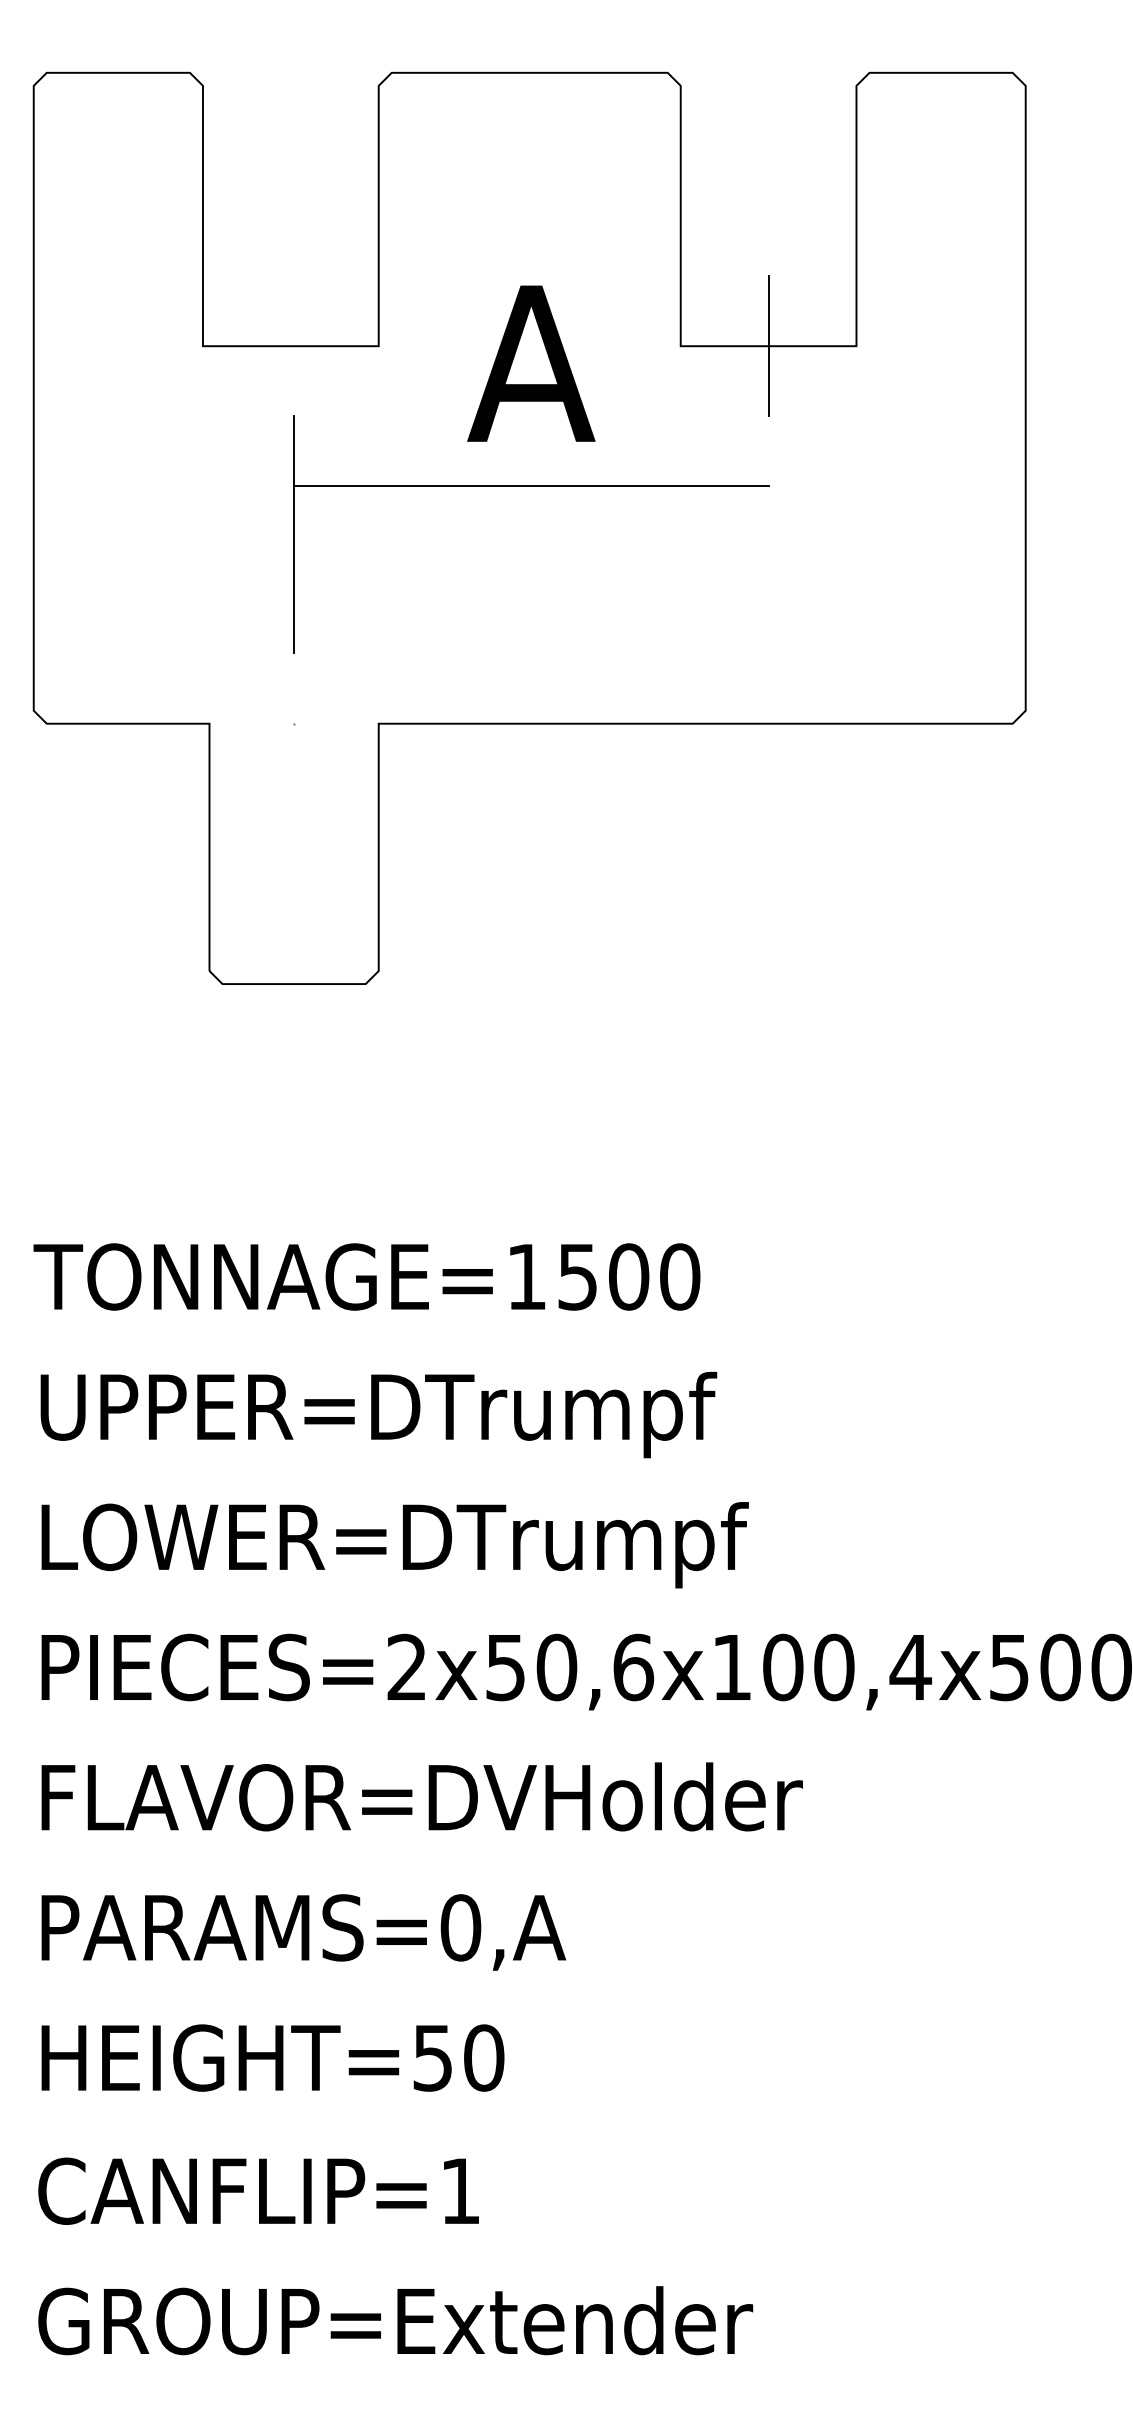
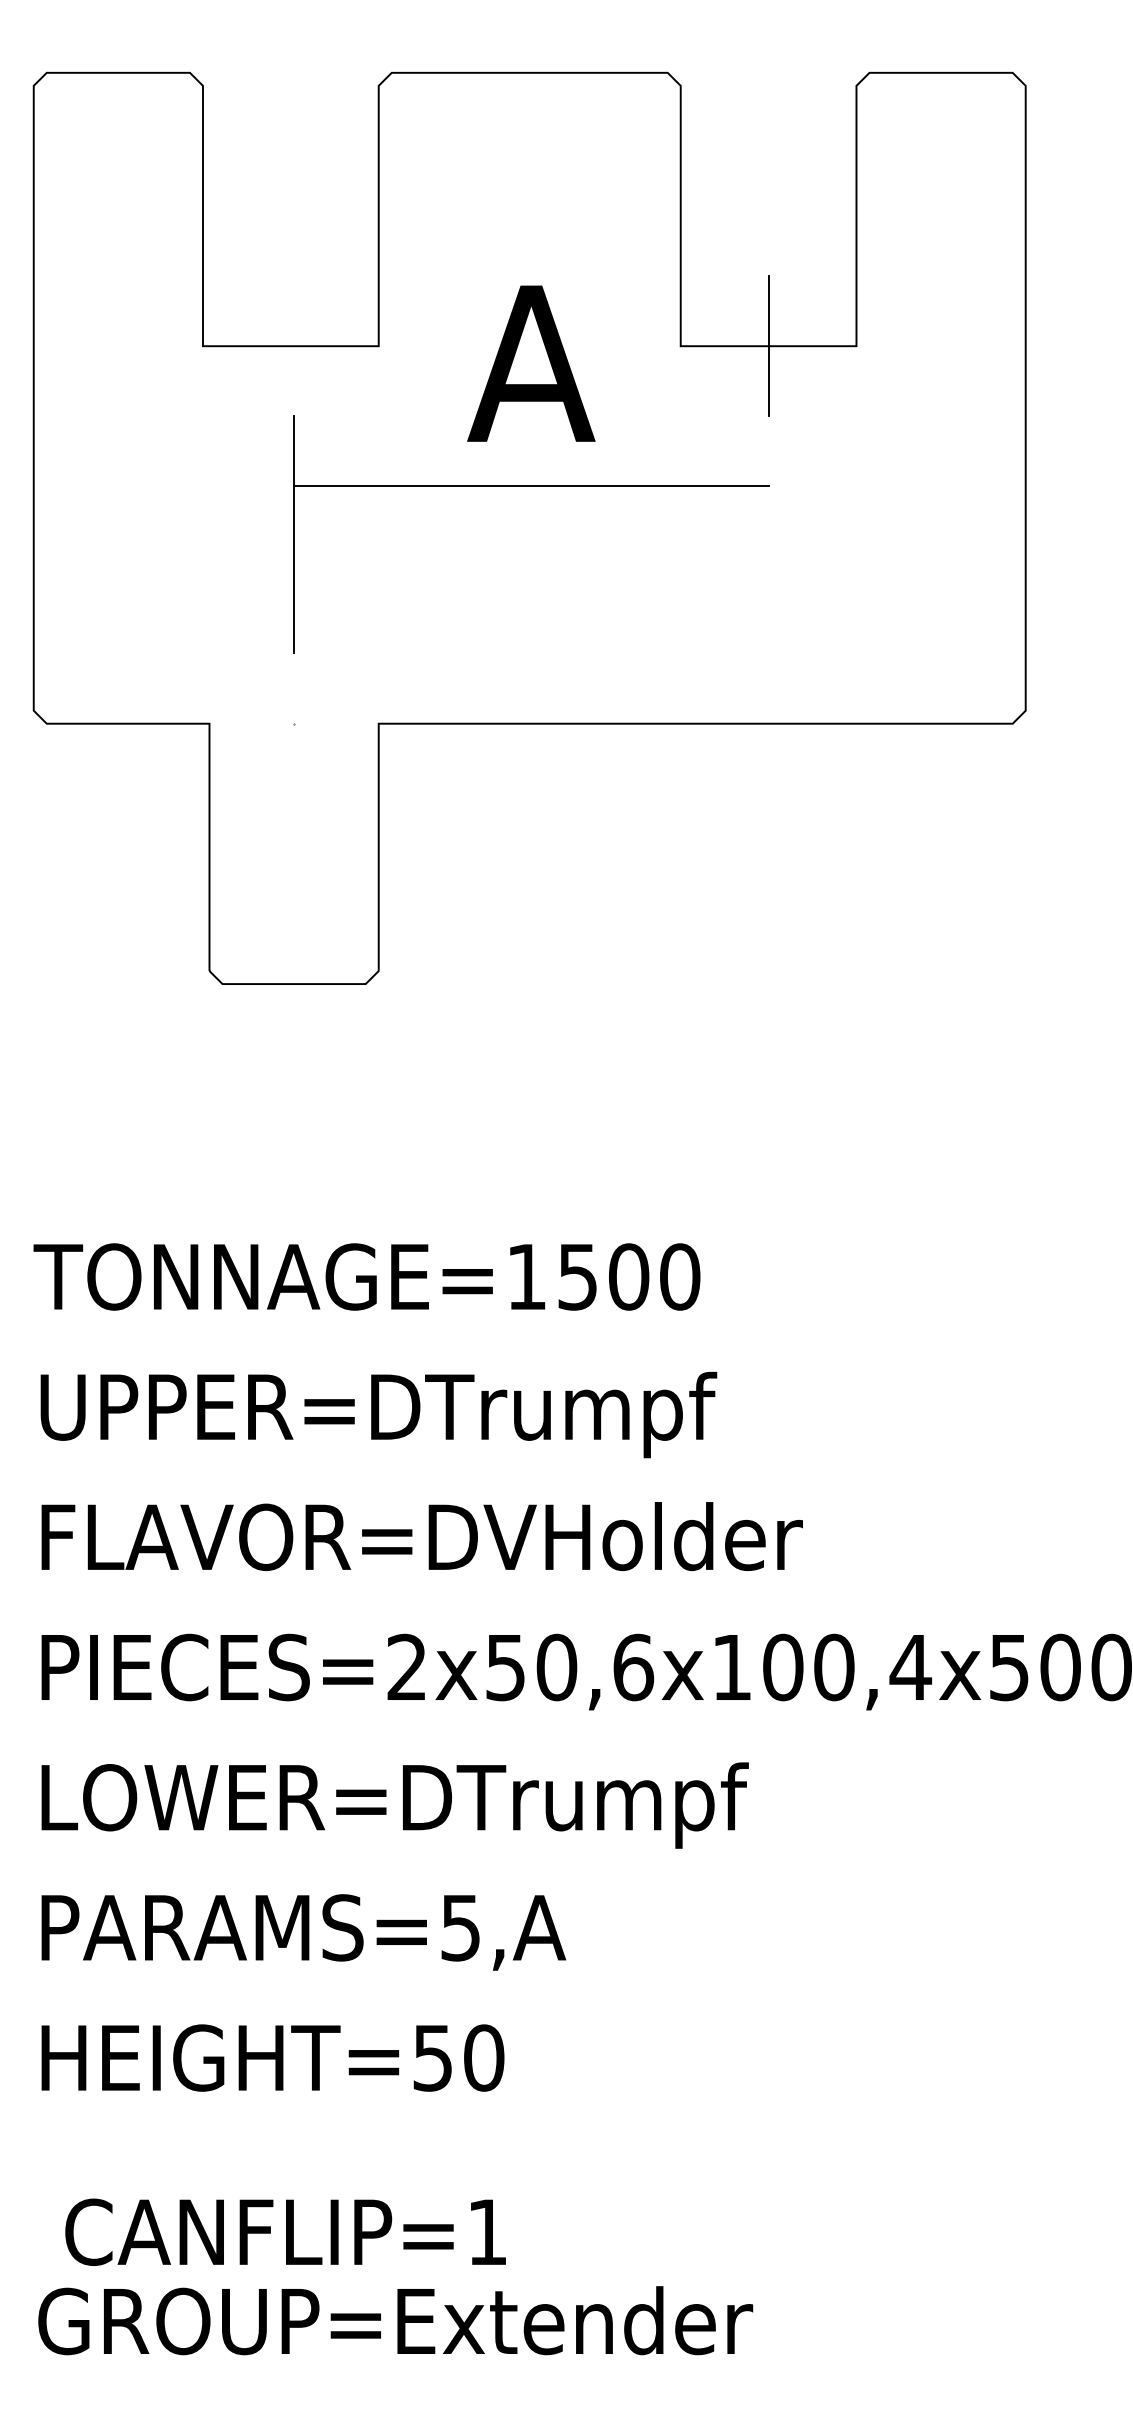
text at (425, 1545): LOWER=DTrumpf -> FLAVOR=DVHolder
text at (425, 1805): FLAVOR=DVHolder -> LOWER=DTrumpf
text at (460, 1927): PARAMS=0,A -> PARAMS=5,A
text at (258, 2190) position: (258, 2190) -> (285, 2231)
